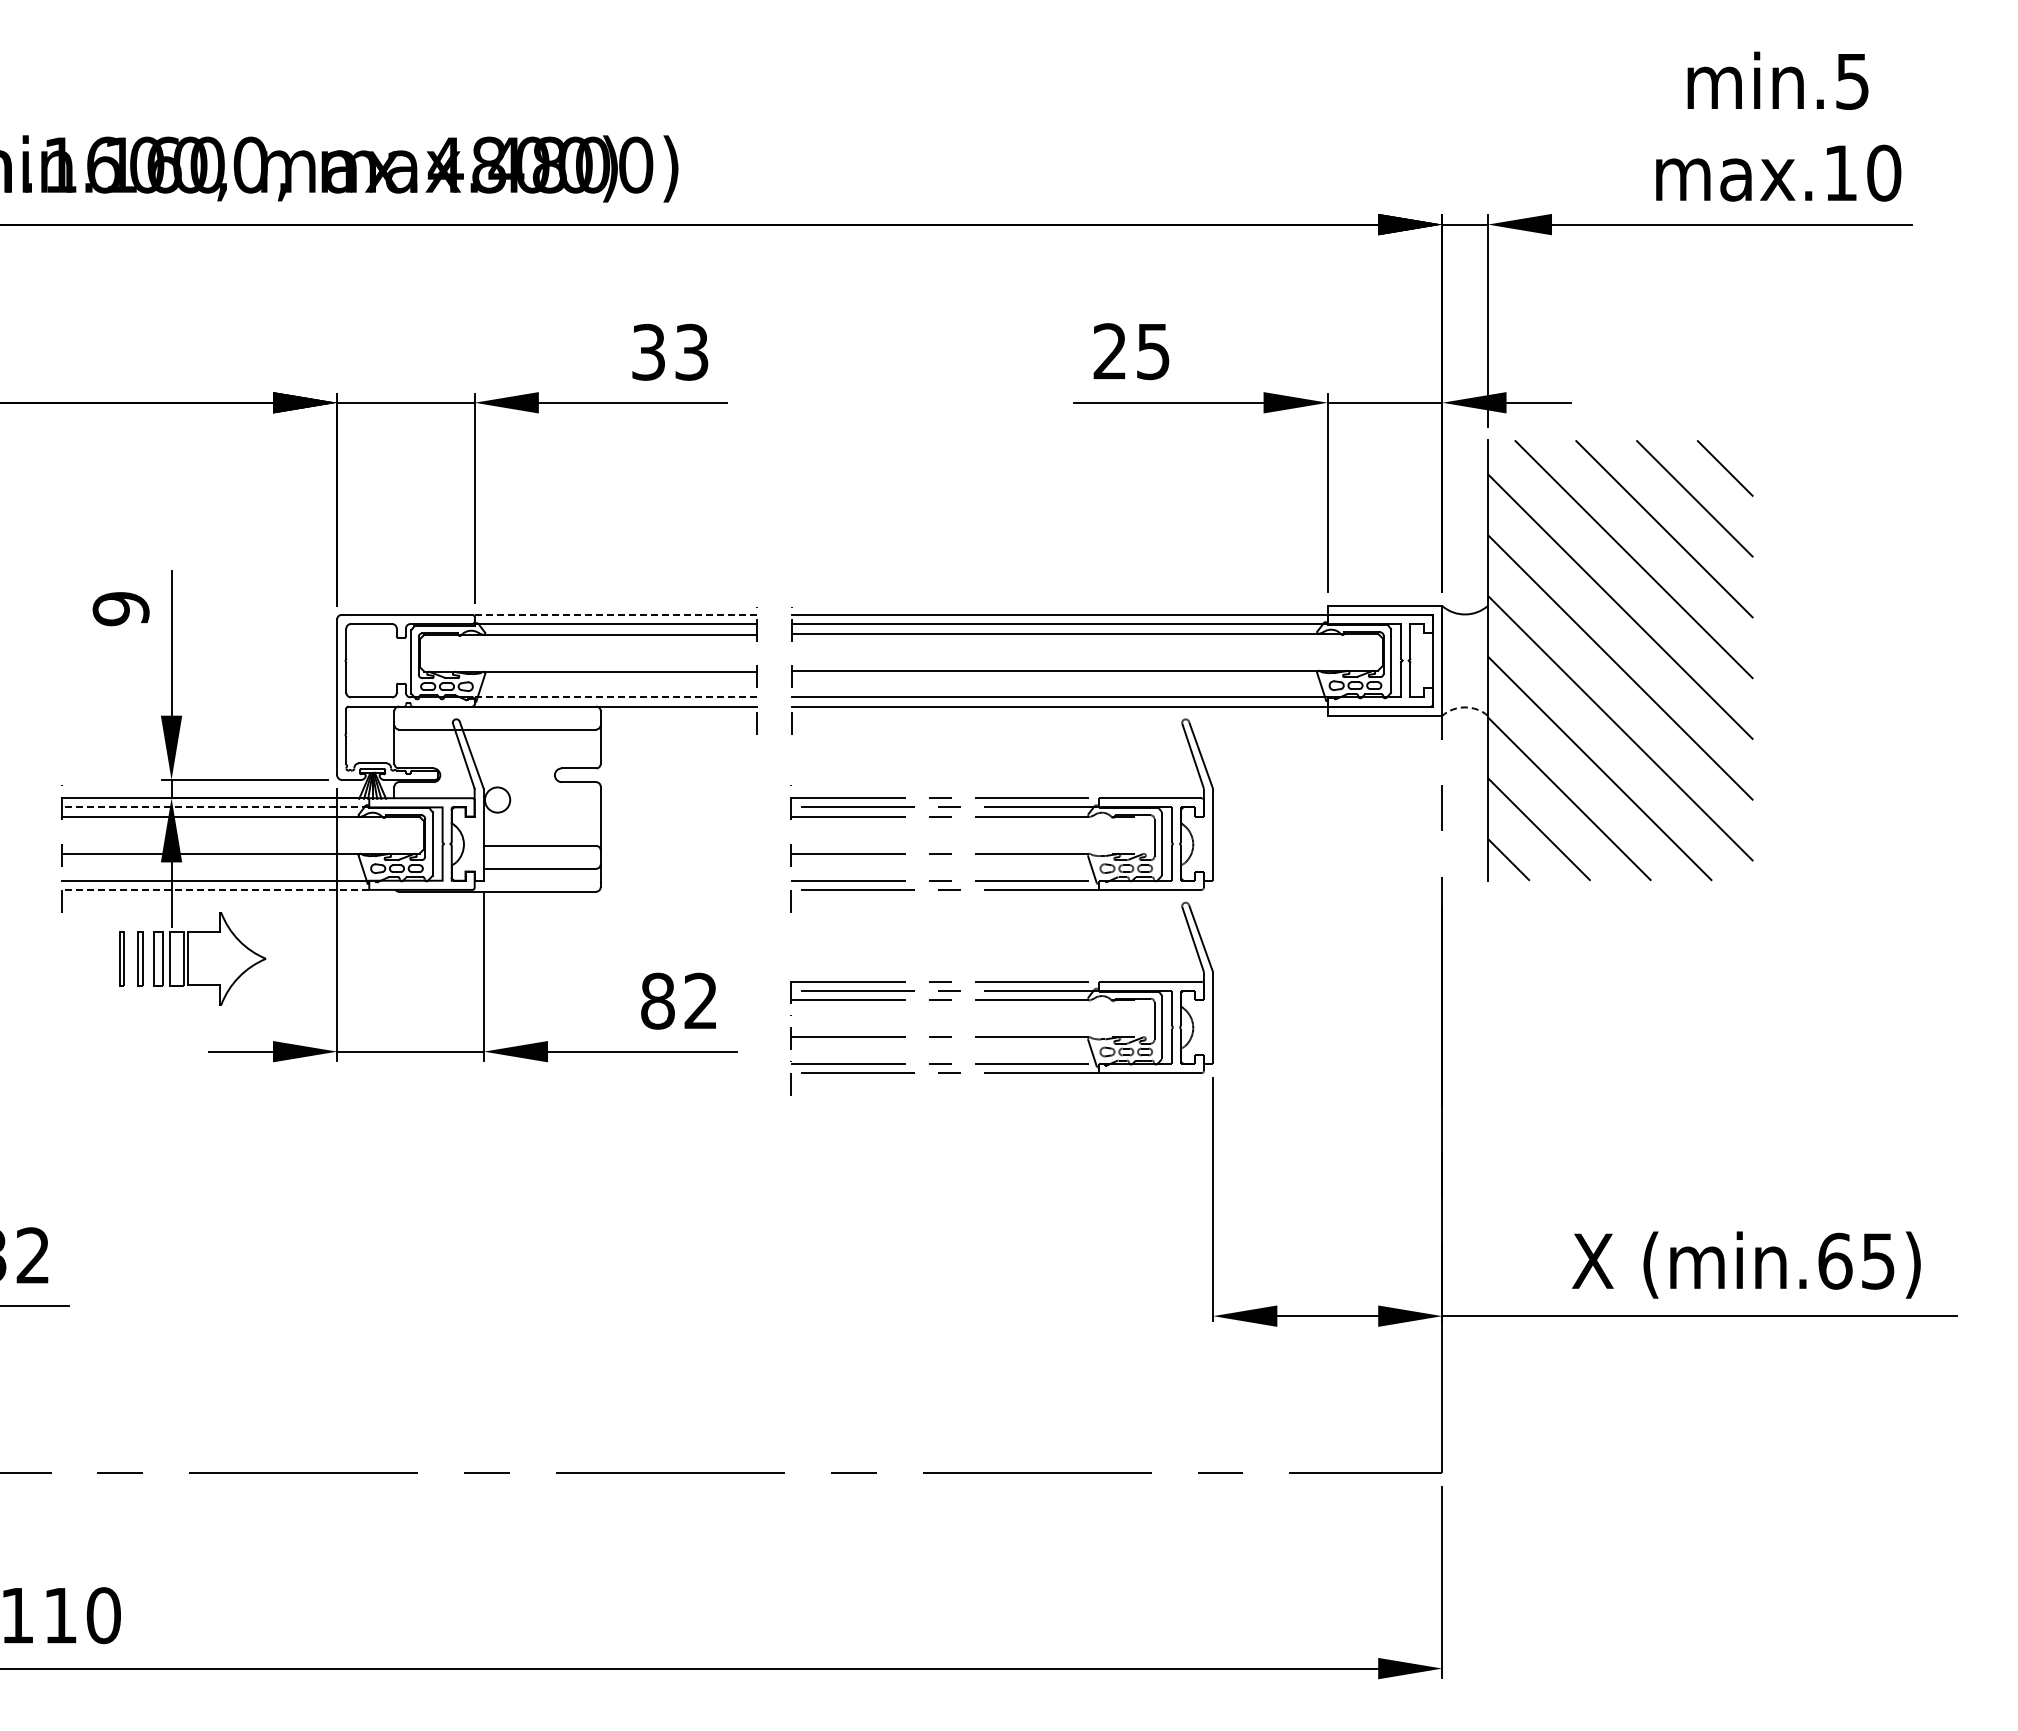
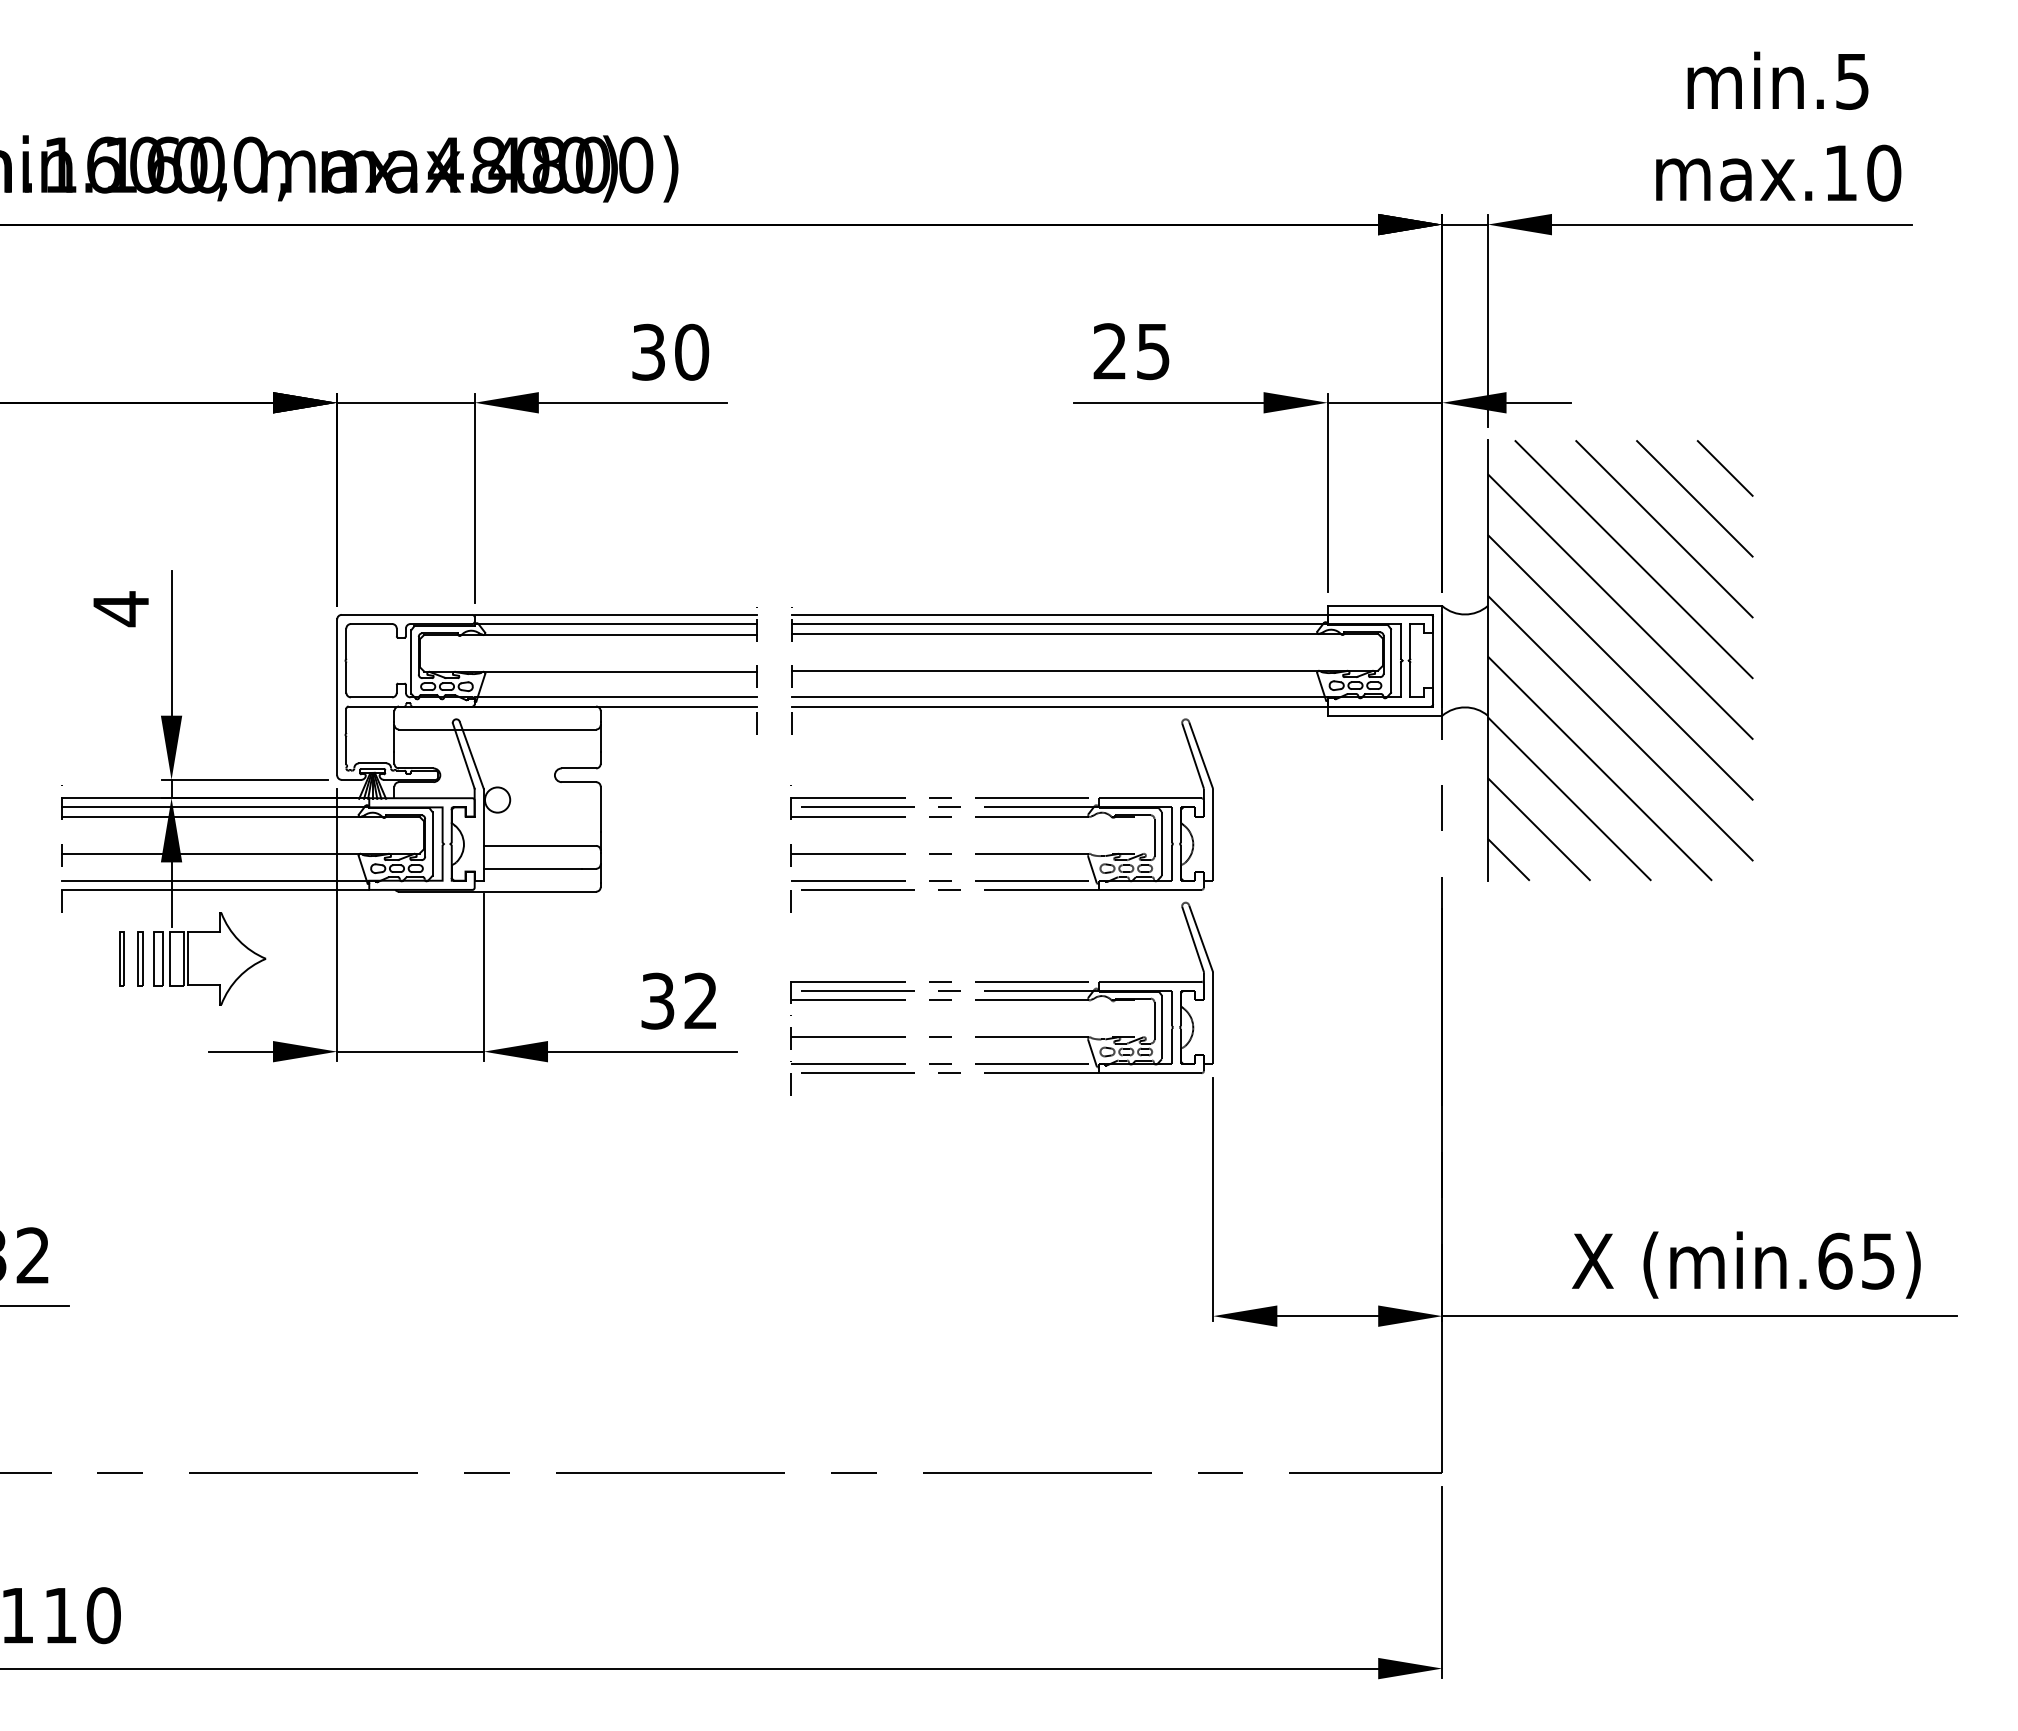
text at (692, 351): 33 -> 30
text at (120, 609): 9 -> 4
line at (616, 614): dashed -> solid
line at (616, 697): dashed -> solid
arc at (1465, 707): dashed -> solid
line at (215, 807): dashed -> solid
line at (215, 889): dashed -> solid
text at (657, 1000): 82 -> 32
